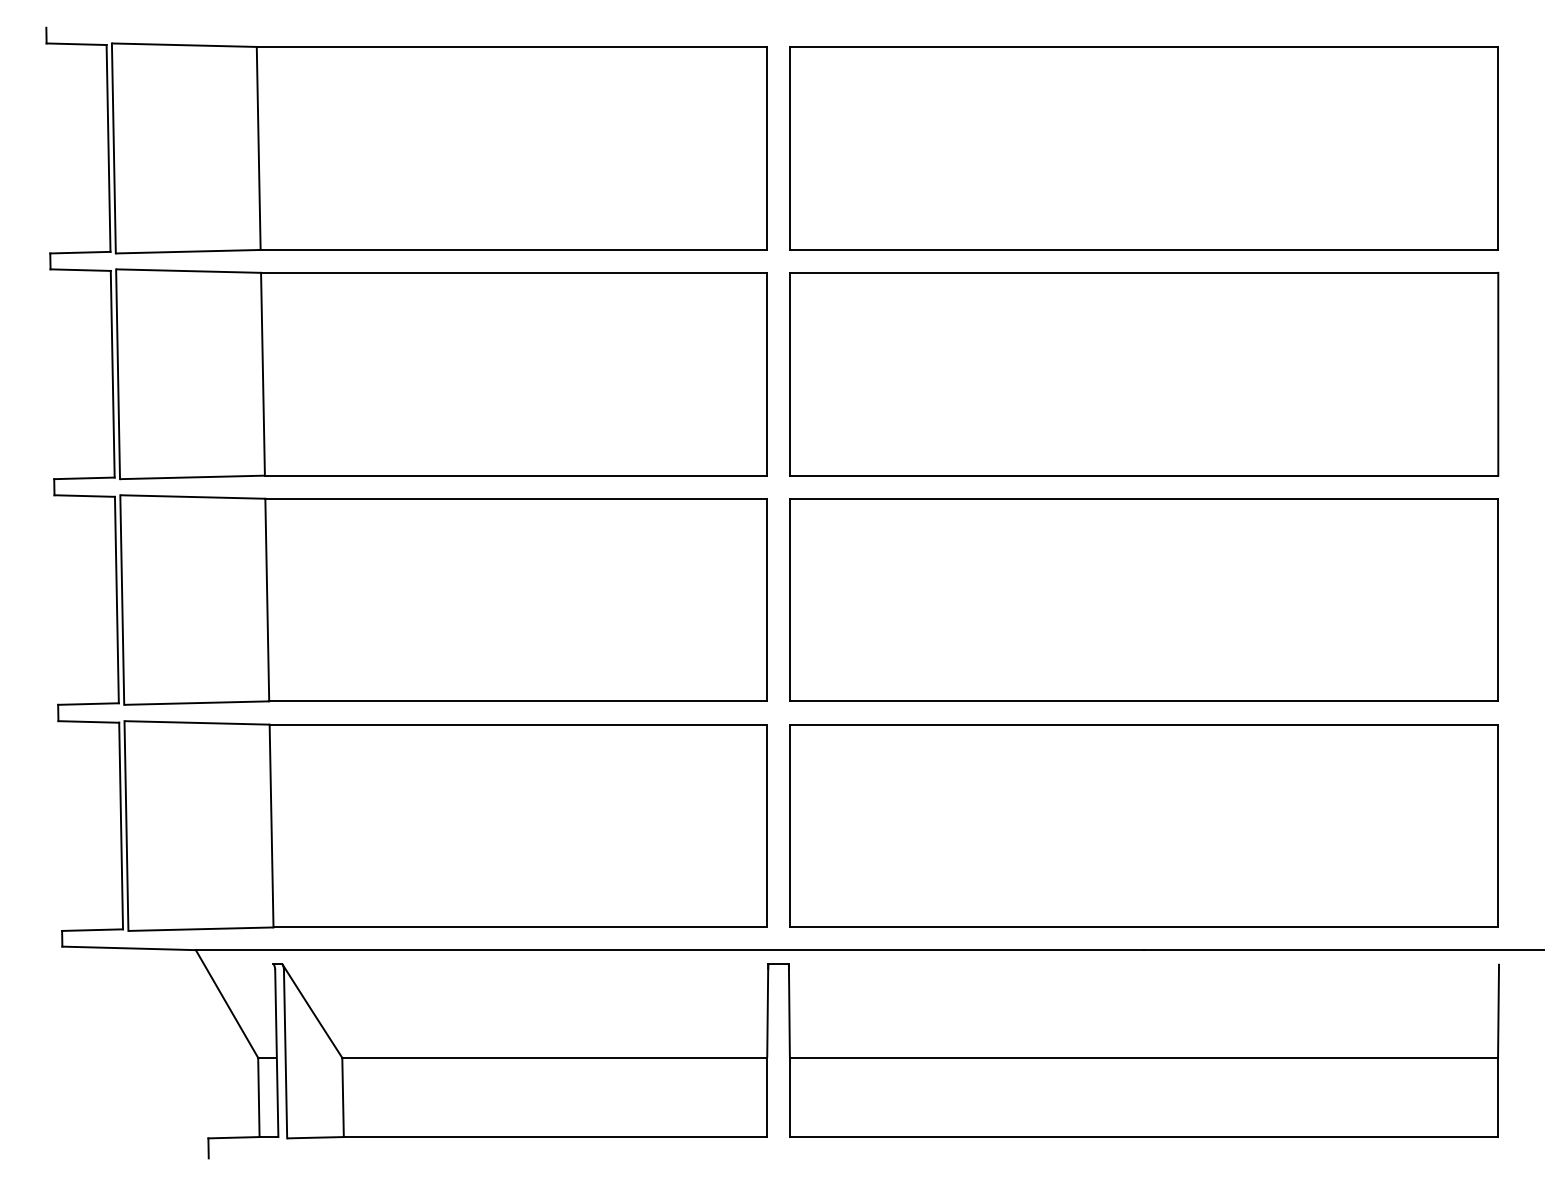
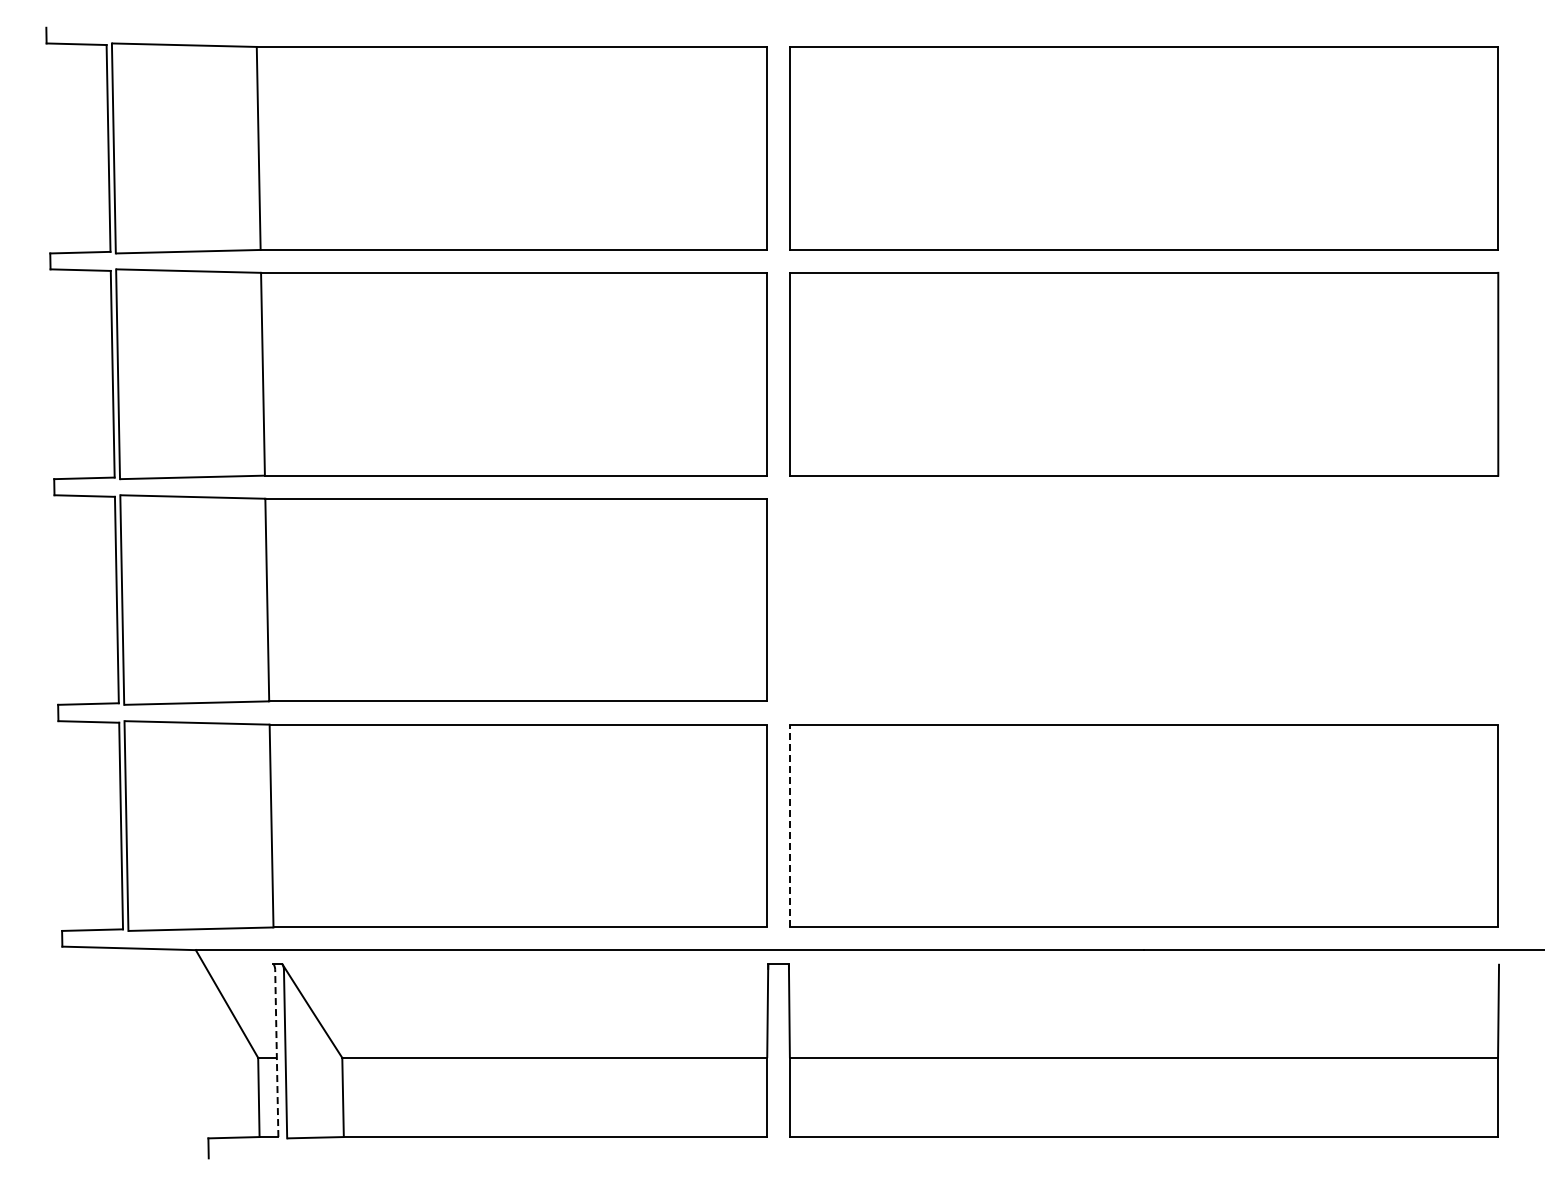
part at (1143, 599): present -> none
line at (789, 825): solid -> dashed
line at (276, 1053): solid -> dashed
